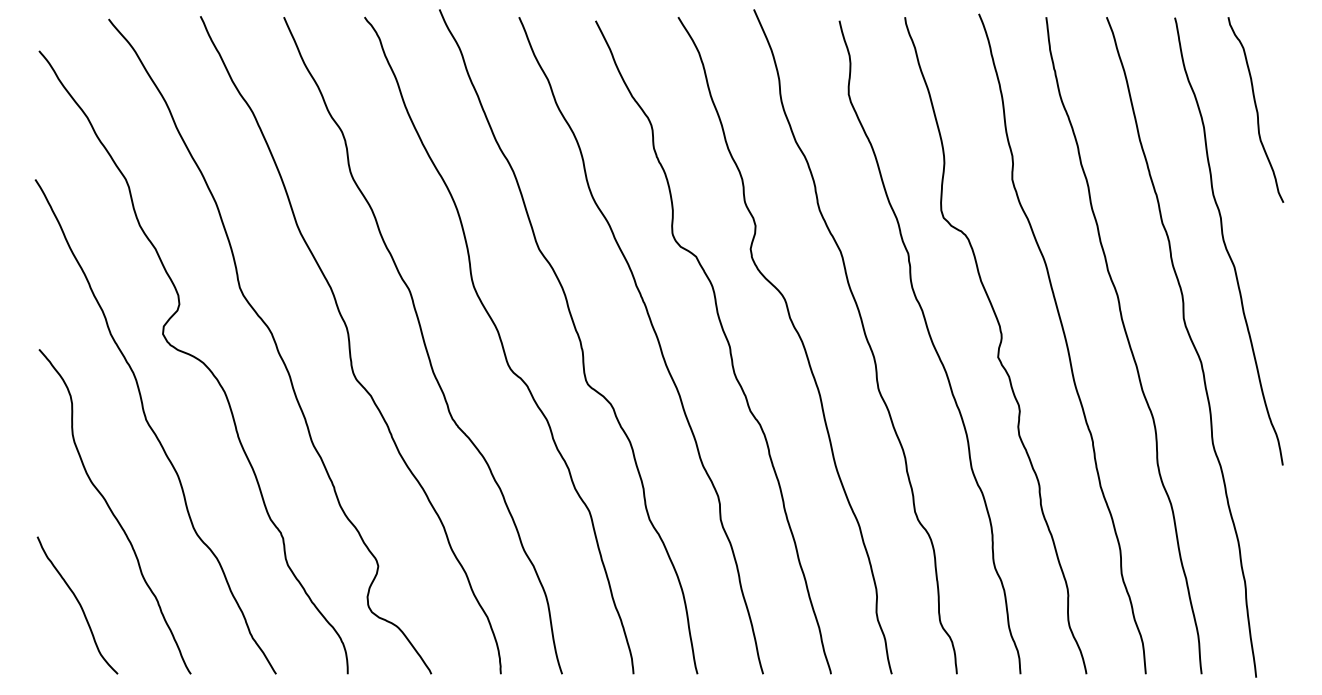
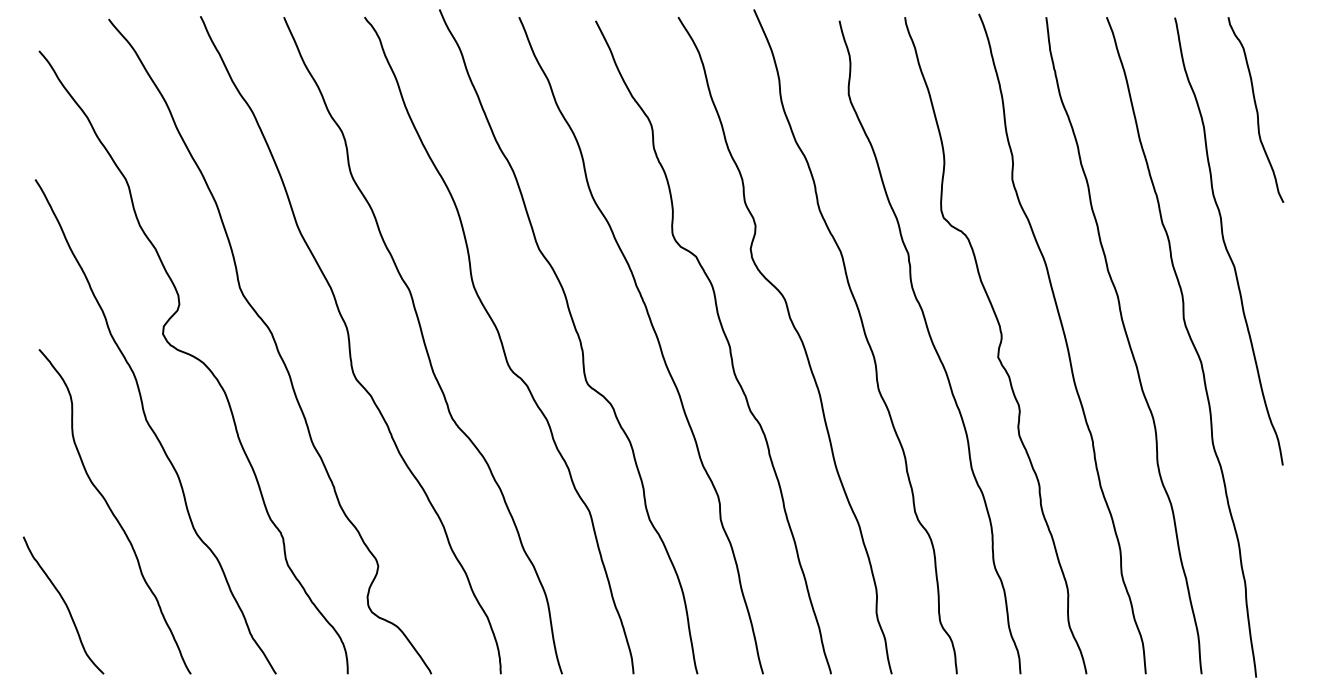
curve at (79, 605) position: (79, 605) -> (65, 605)
